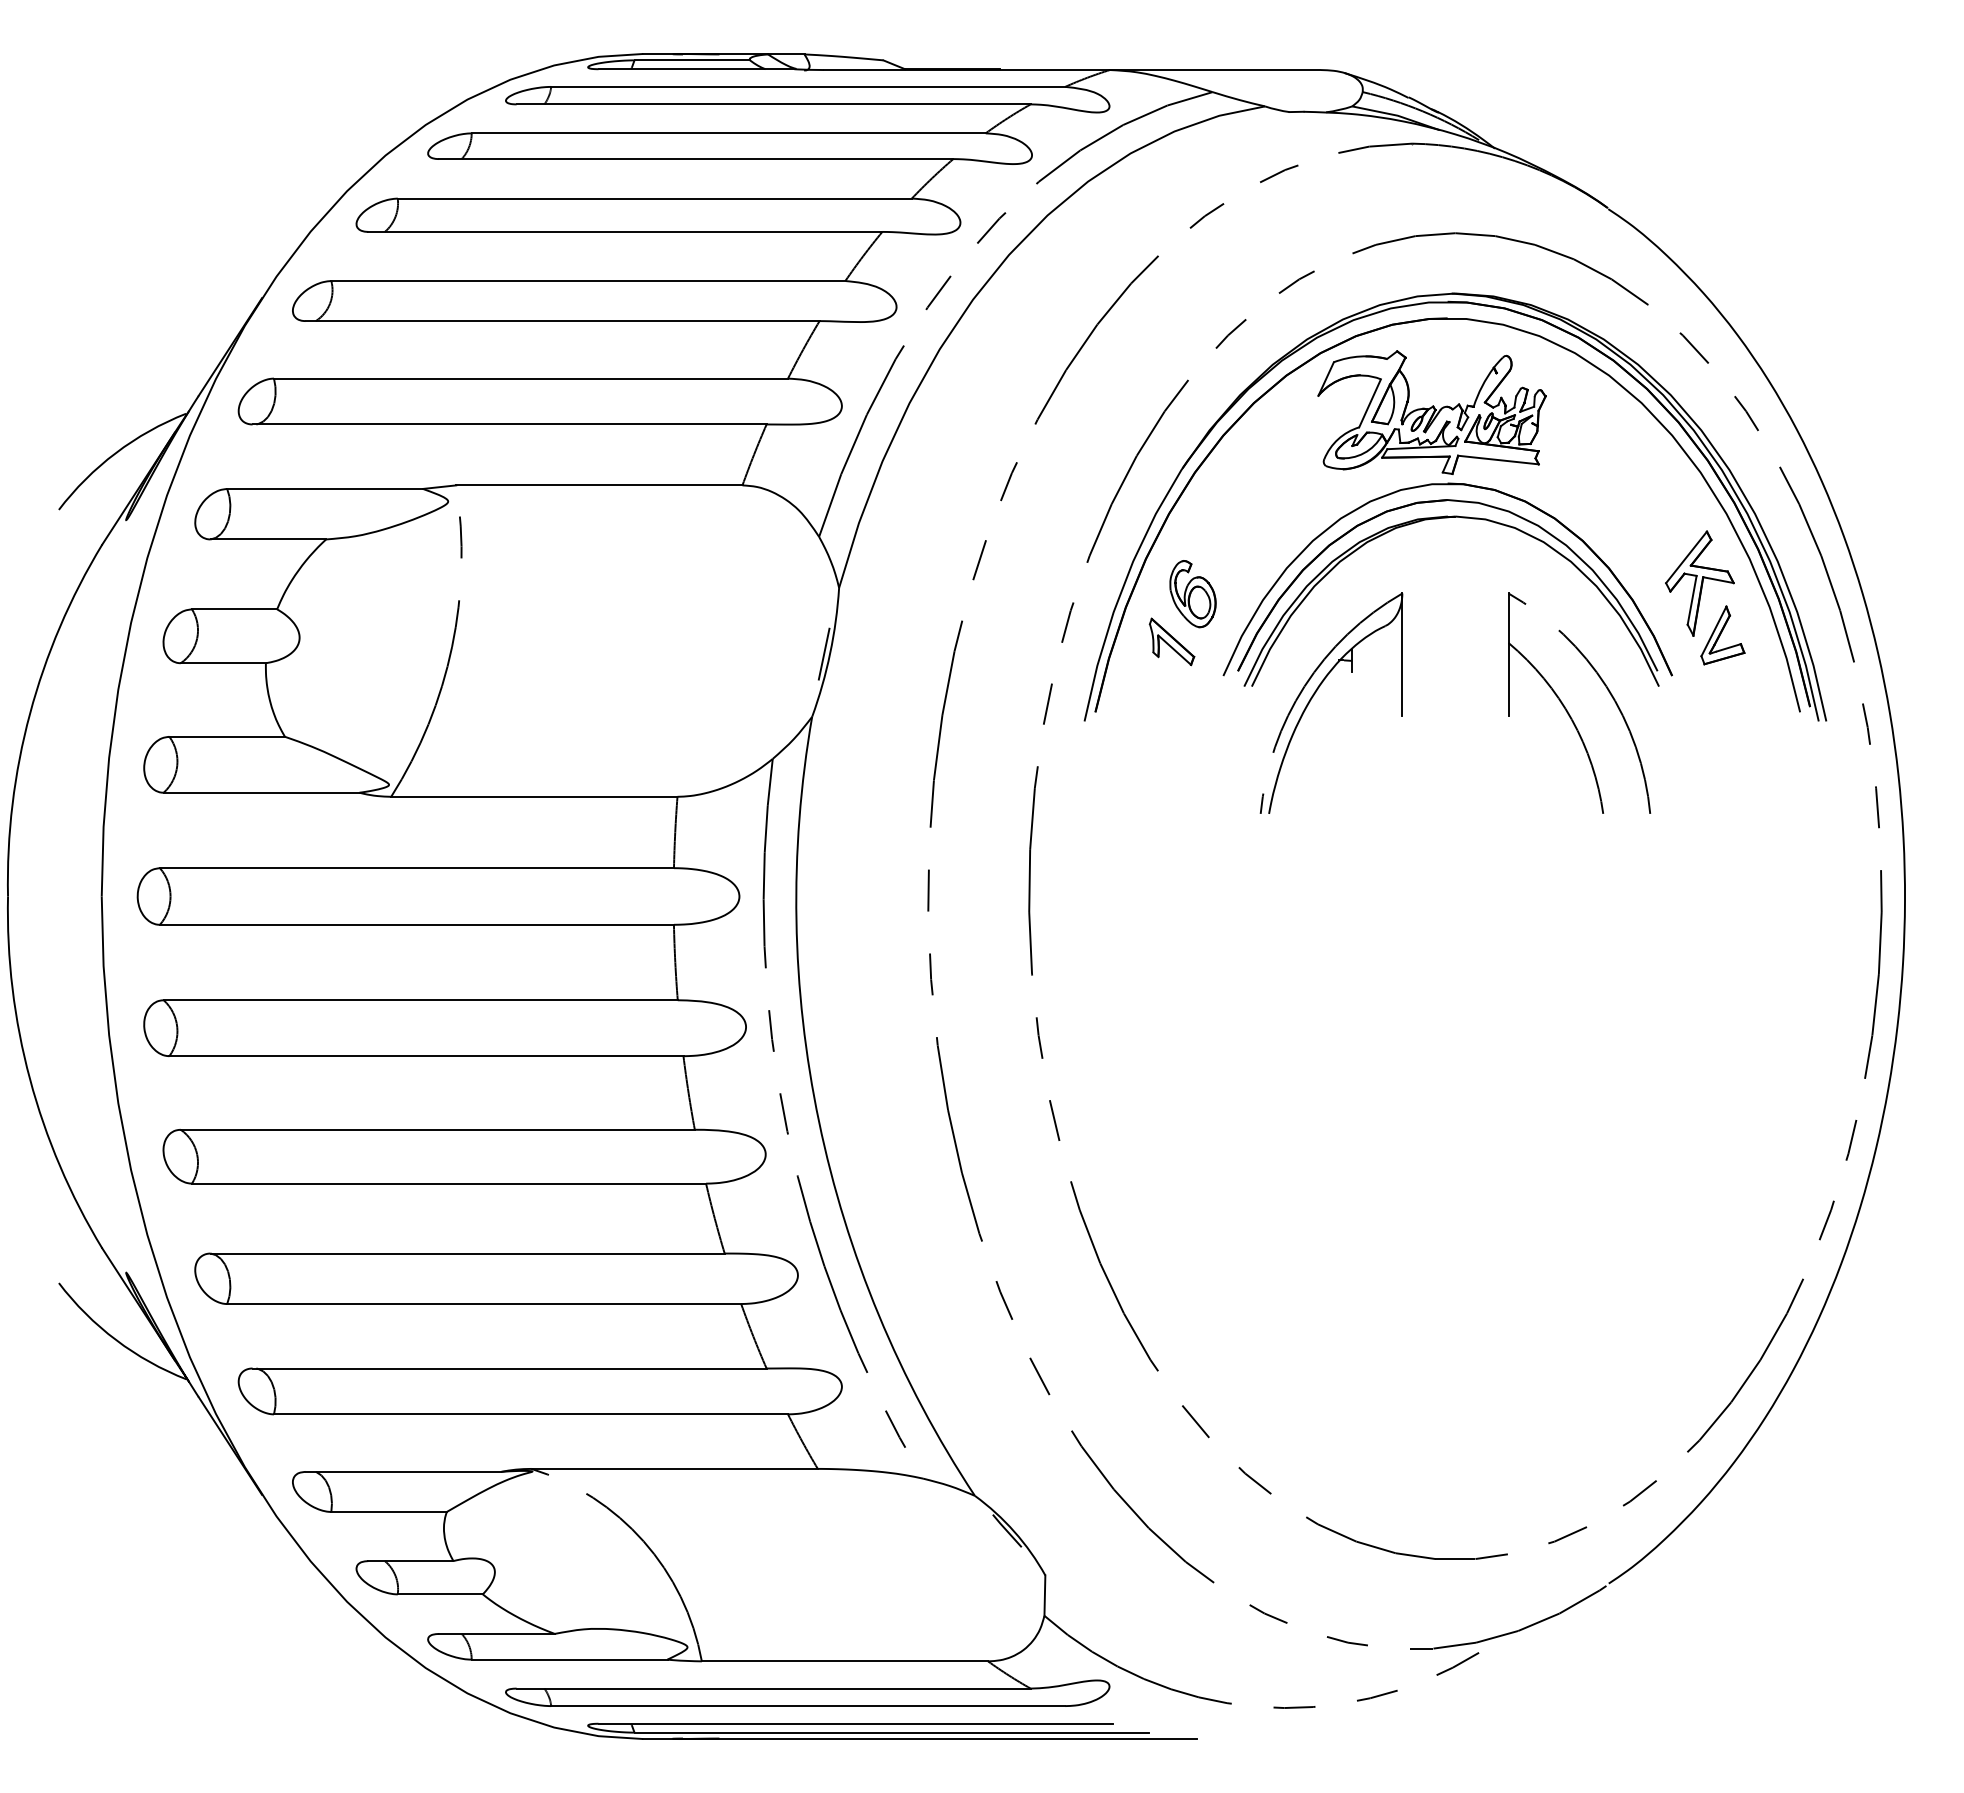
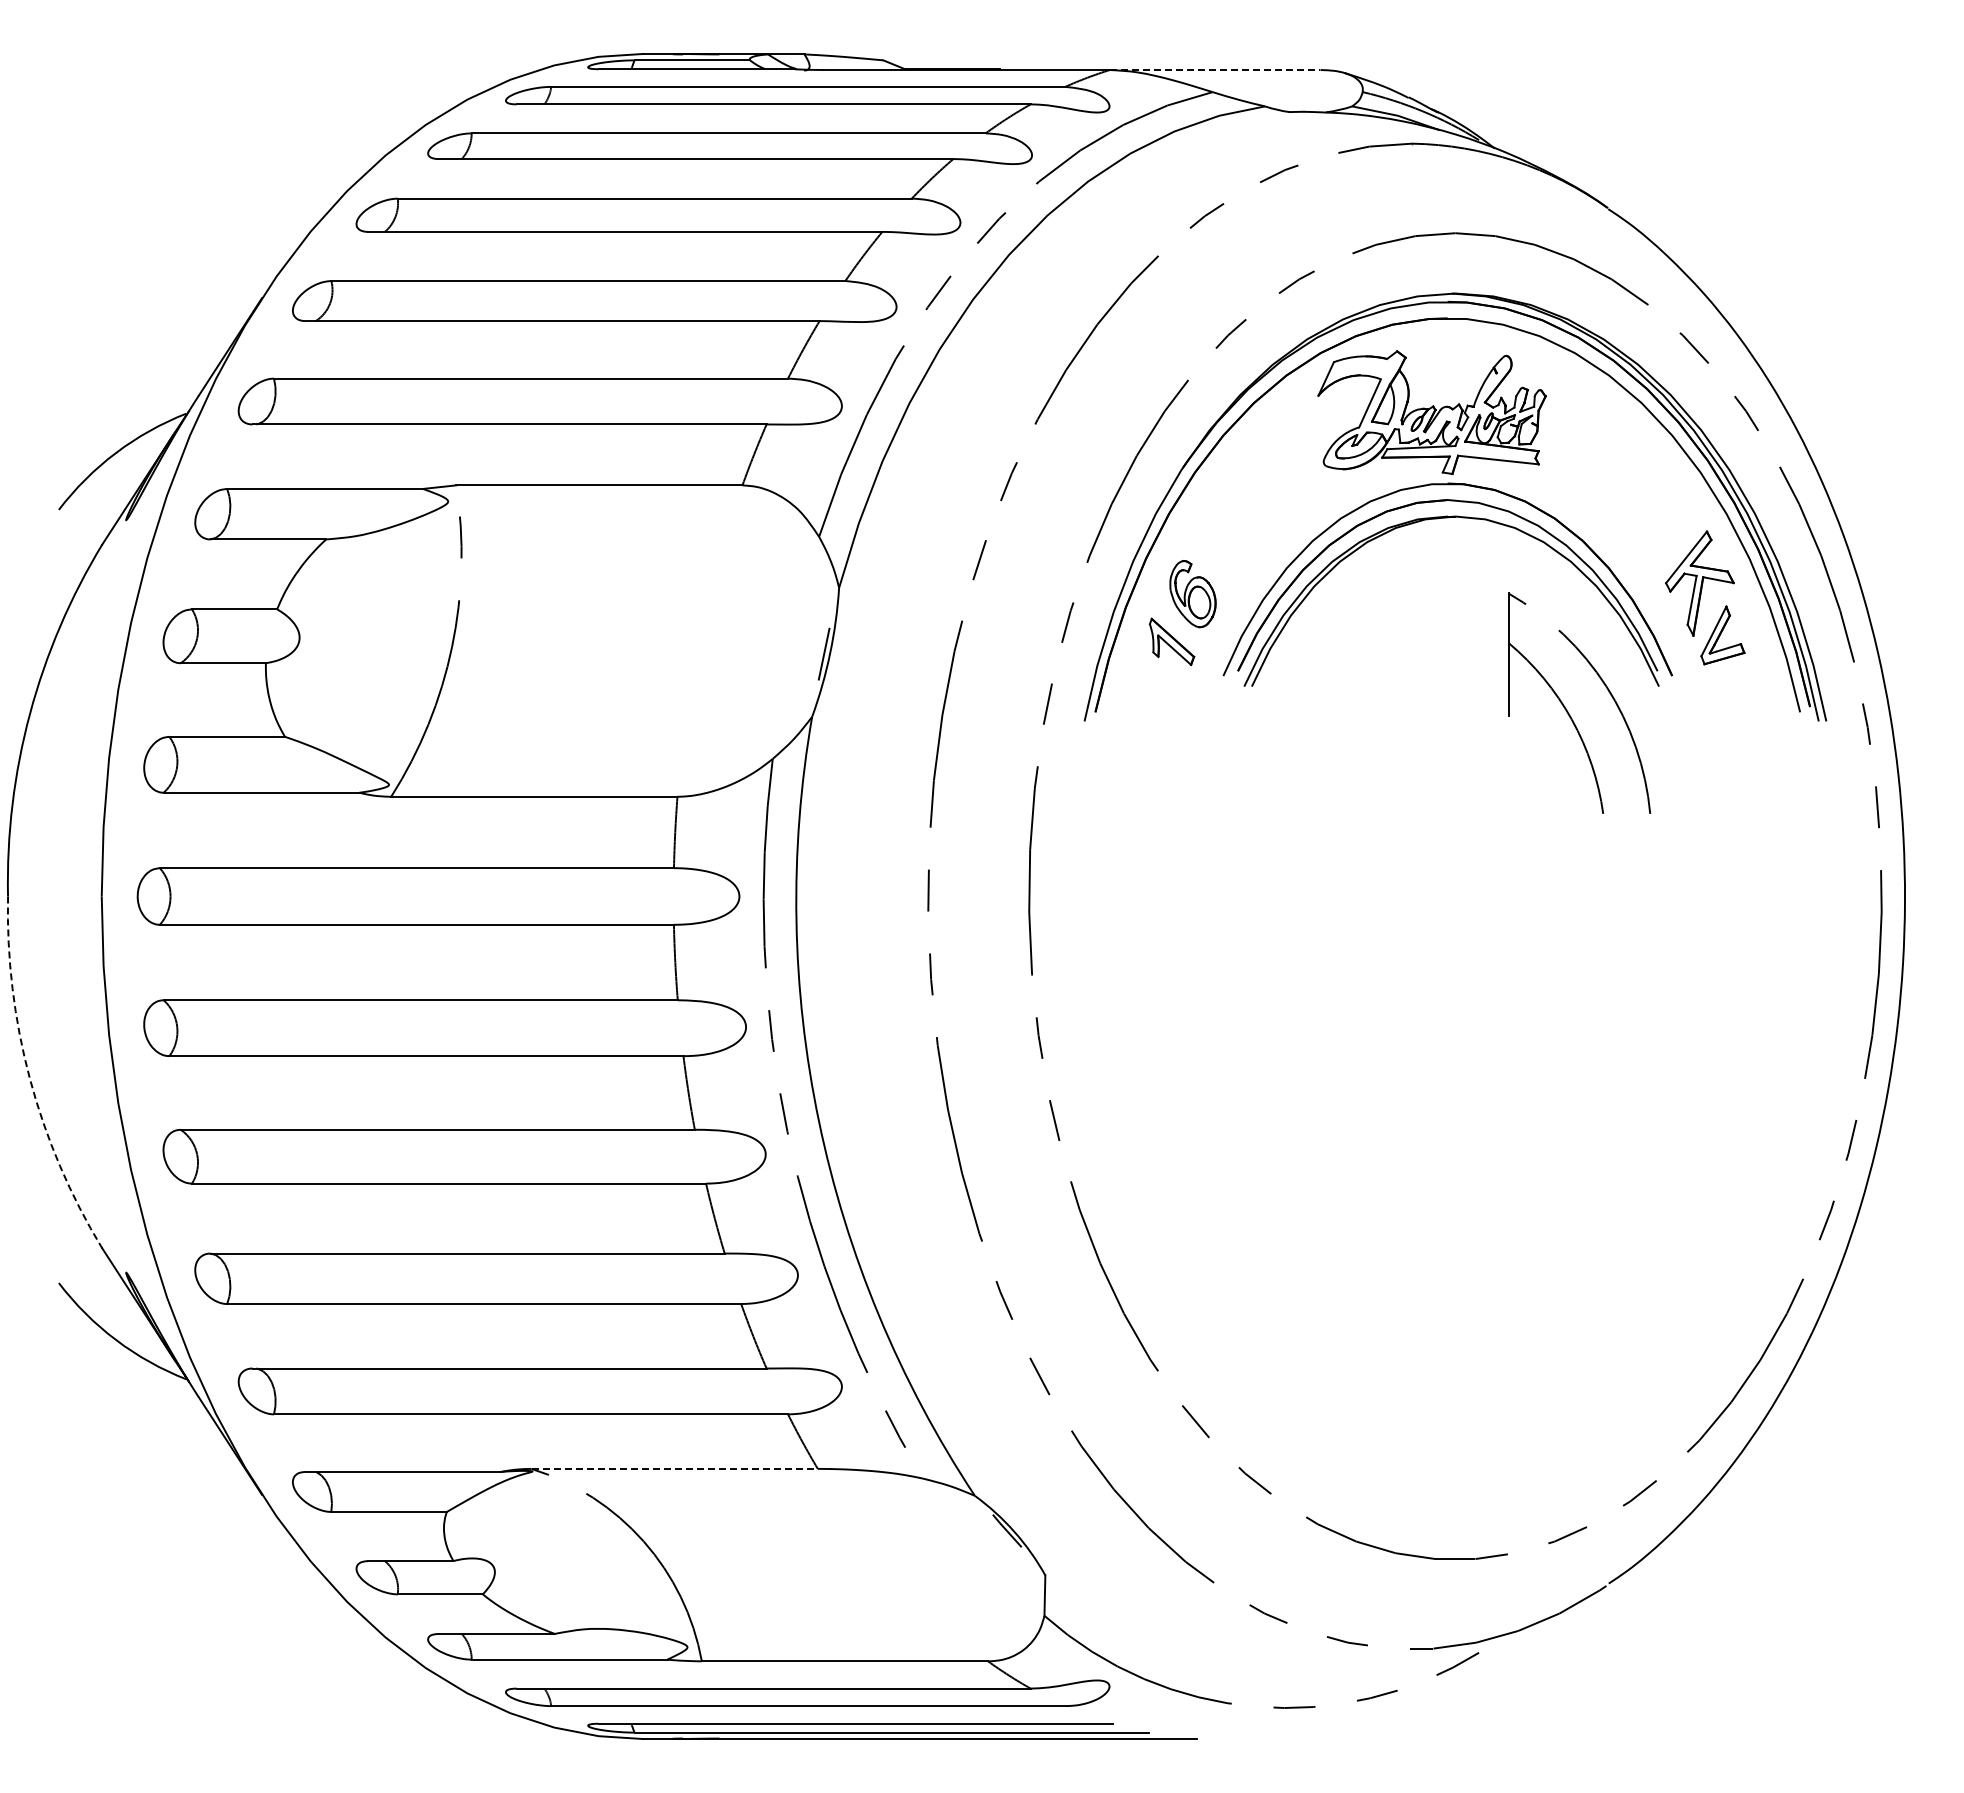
line at (1215, 70): solid -> dashed
part at (1316, 692): present -> none
arc at (30, 1079): solid -> dashed
line at (675, 1468): solid -> dashed
